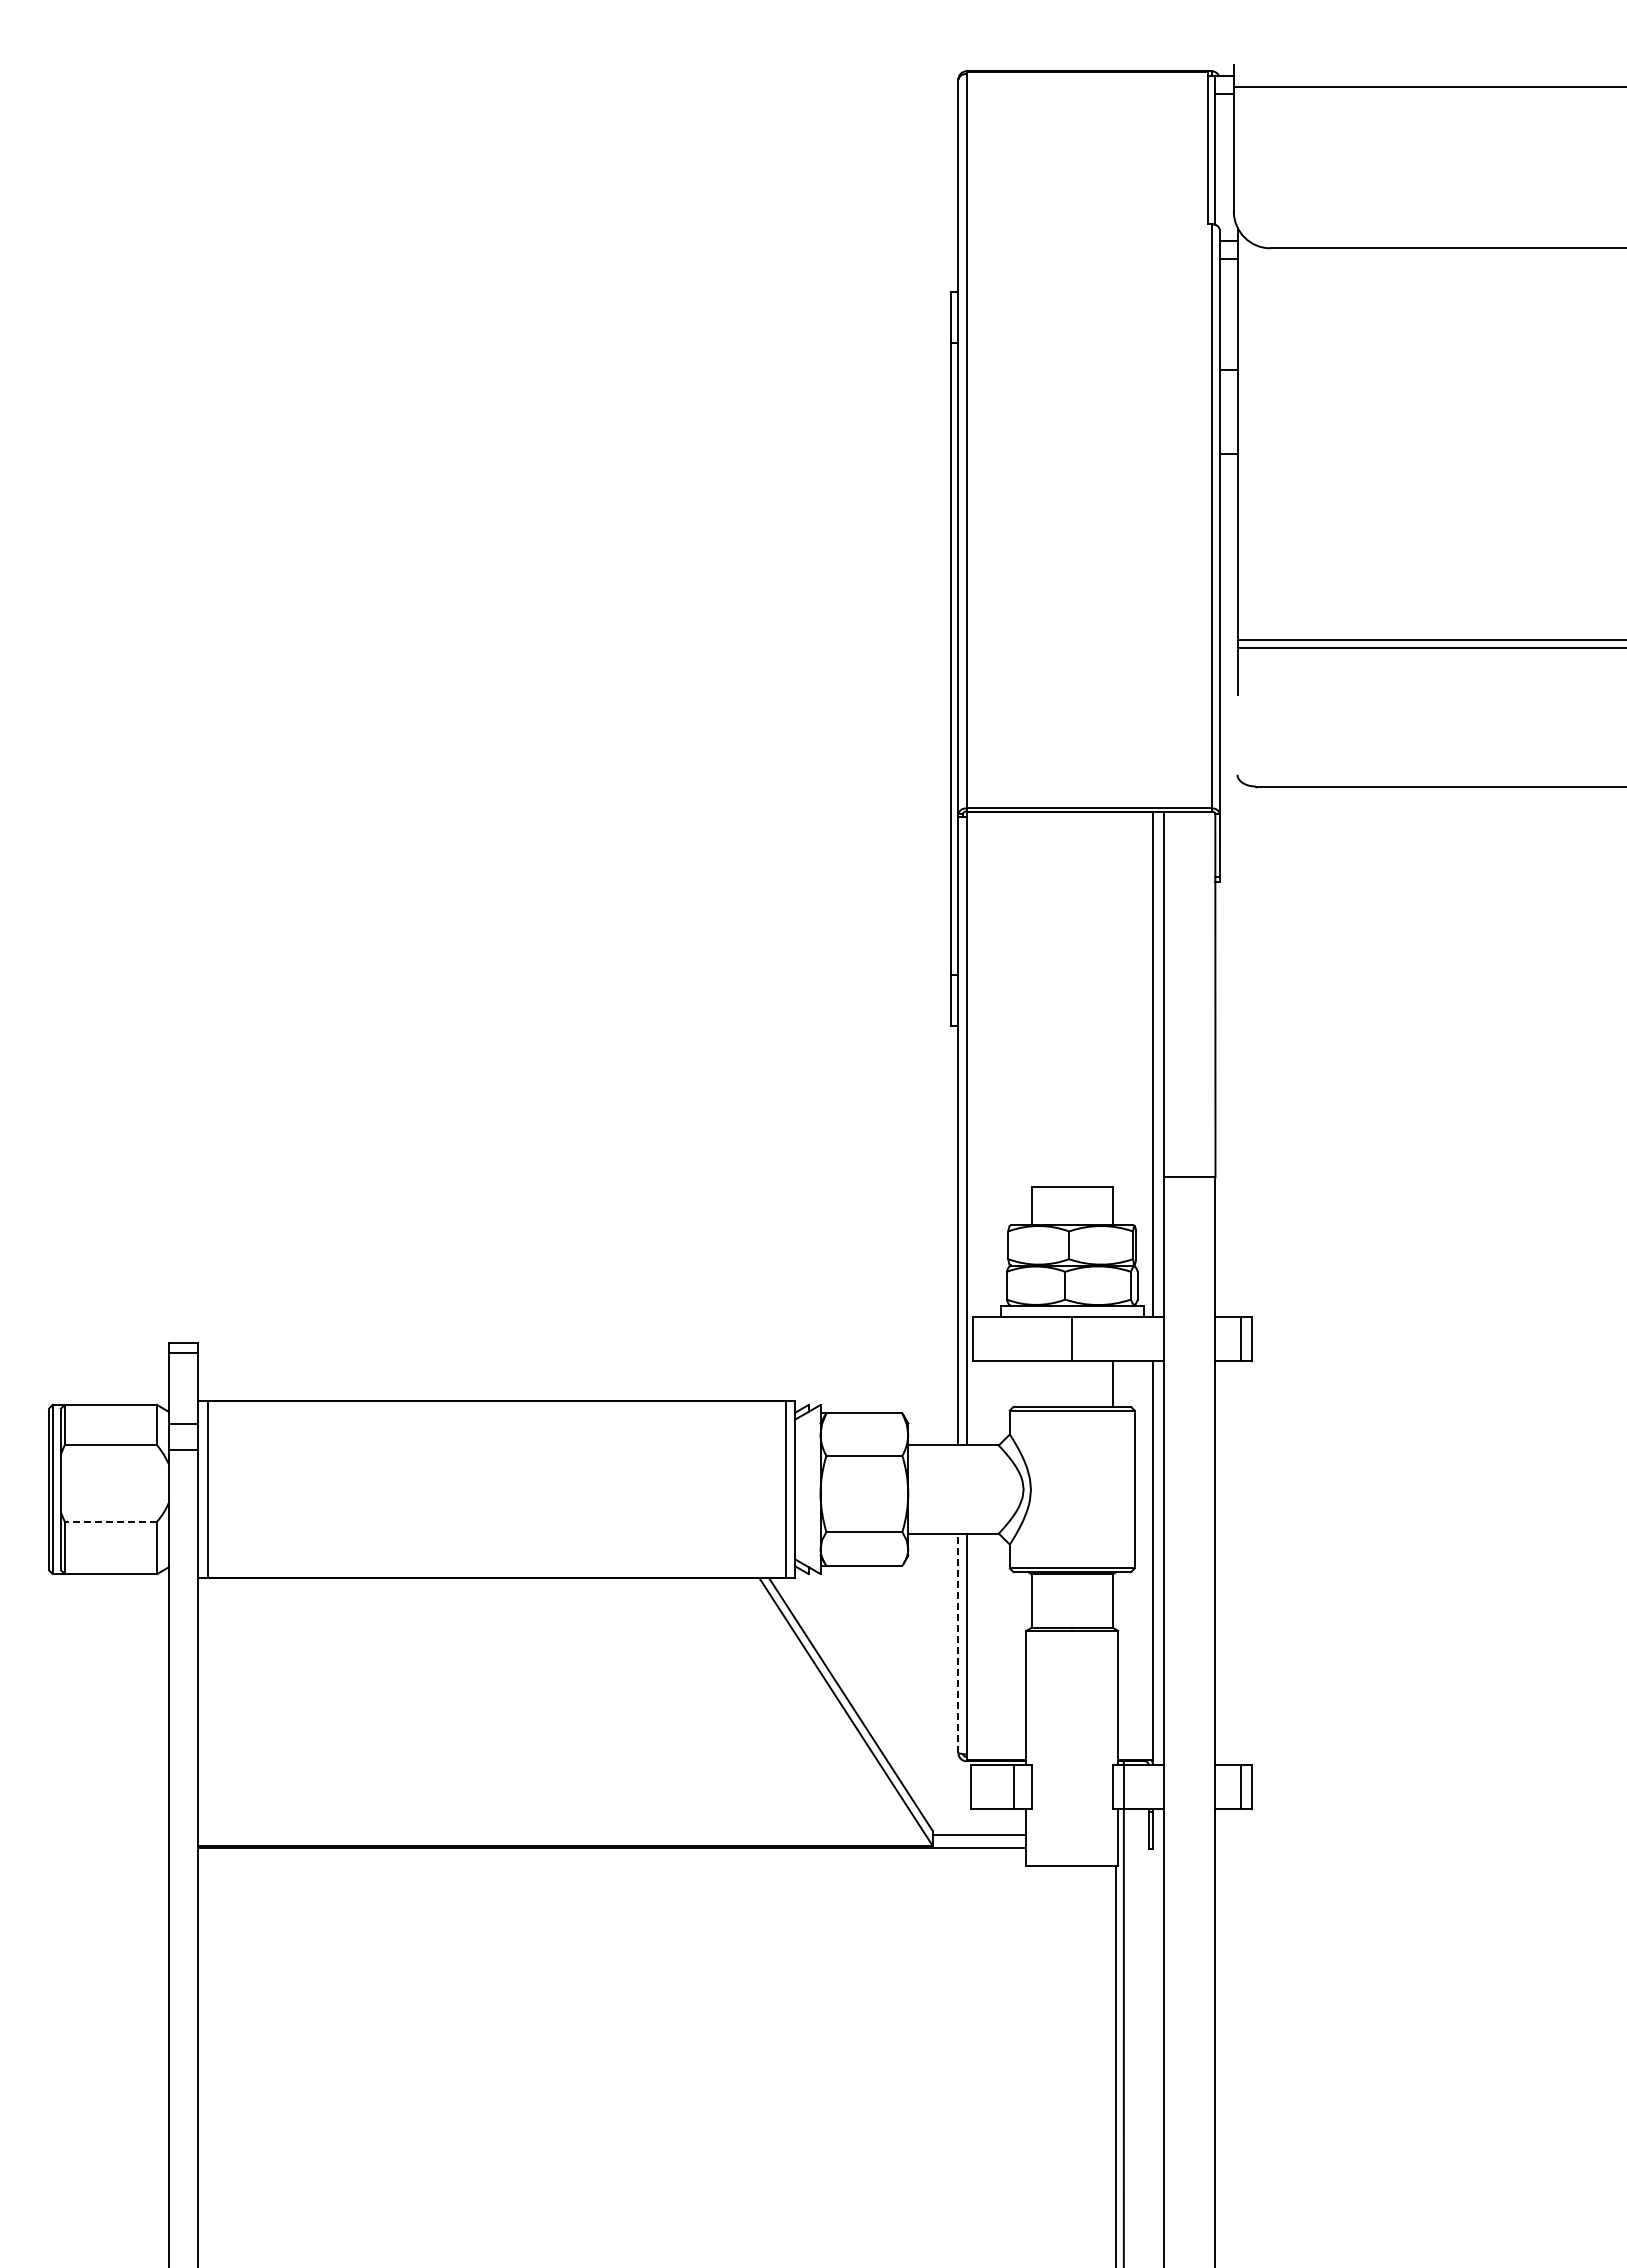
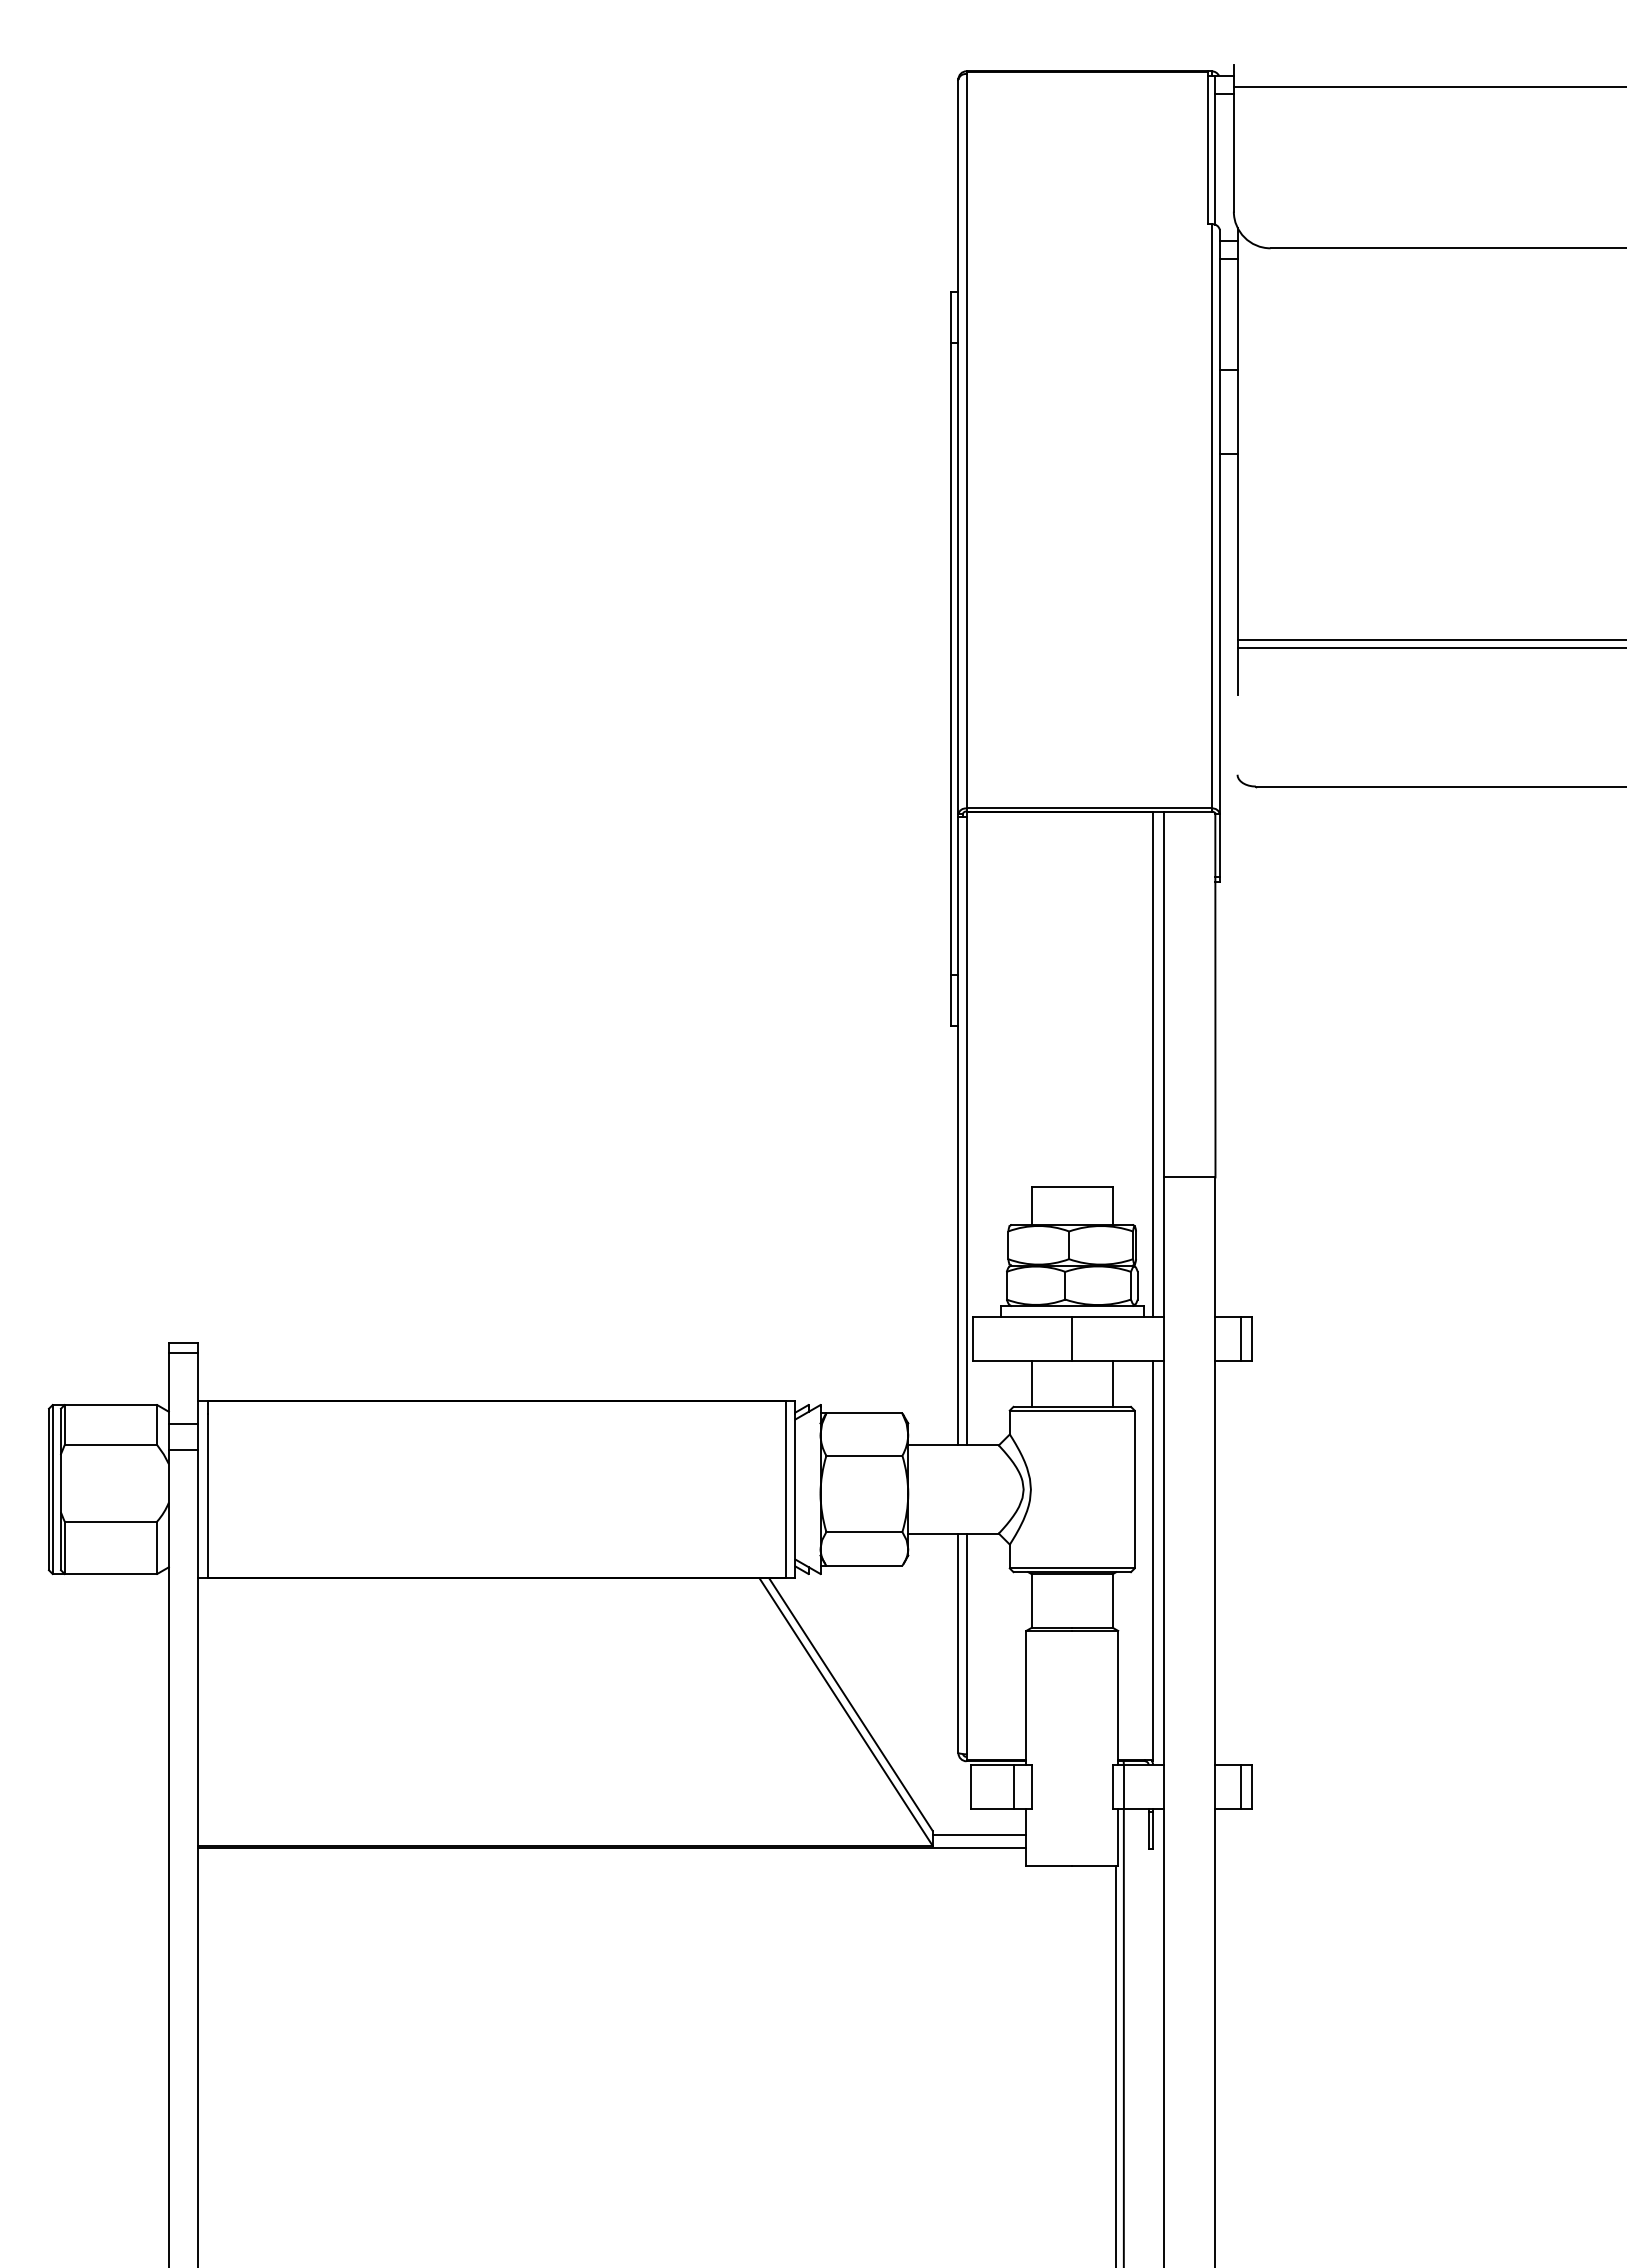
line at (1031, 1383): none -> present
line at (110, 1521): dashed -> solid
line at (958, 1643): dashed -> solid
